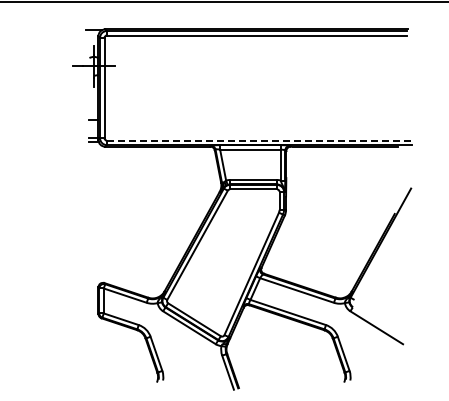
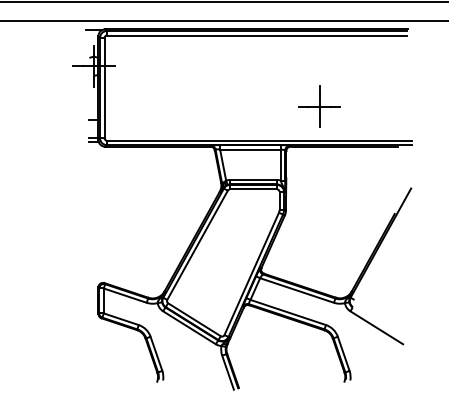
line at (223, 21): none -> present
part at (319, 106): none -> present
line at (259, 140): dashed -> solid
